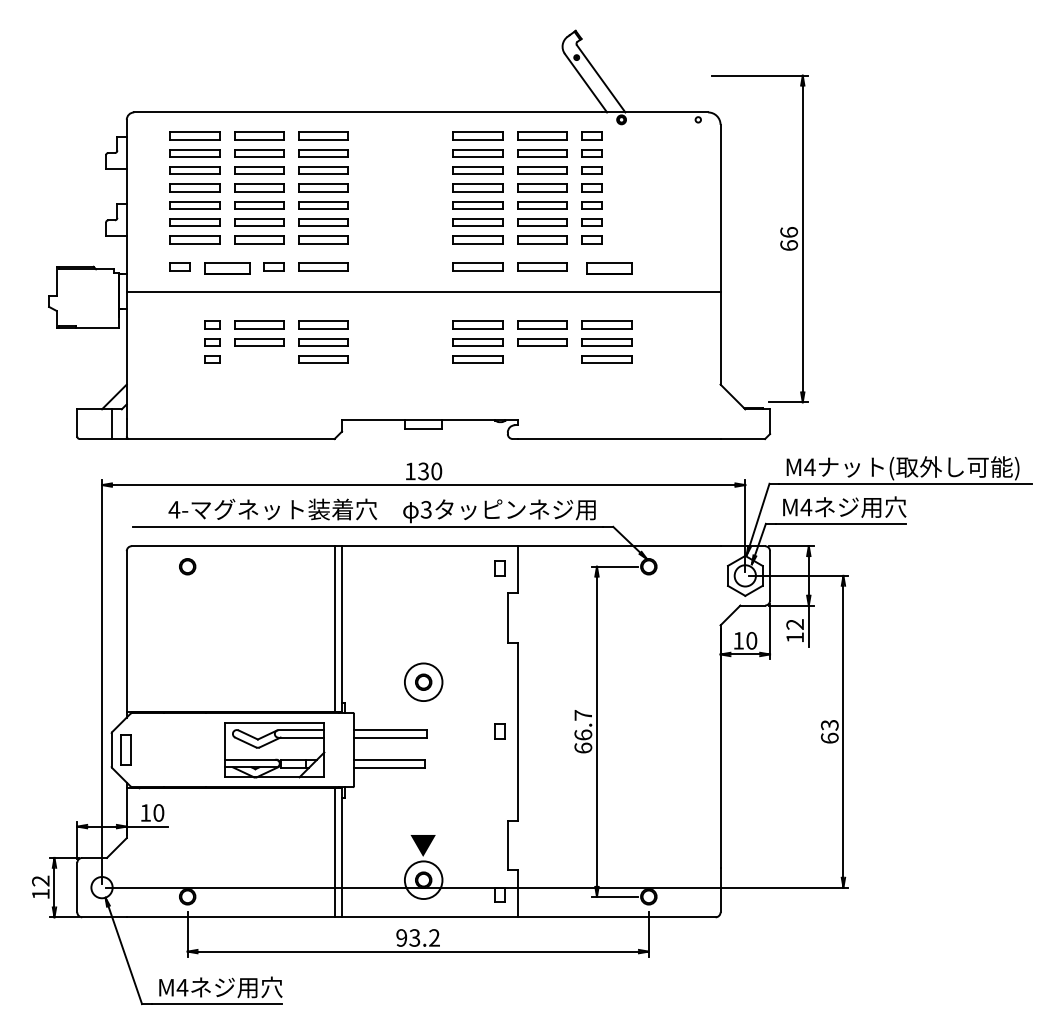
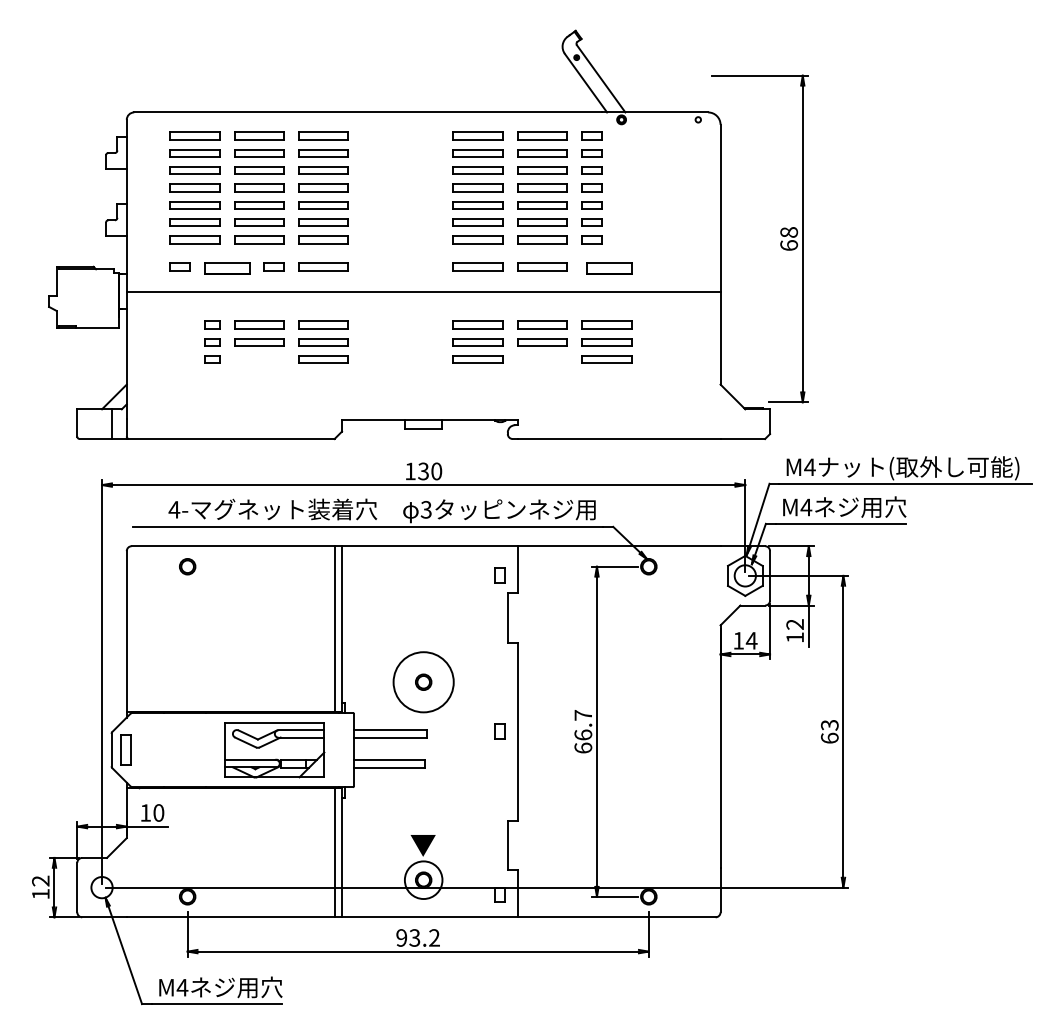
text at (788, 232): 66 -> 68
part at (499, 568) position: (499, 568) -> (499, 575)
text at (751, 640): 10 -> 14
circle at (423, 682) diameter: 38 px -> 60 px
